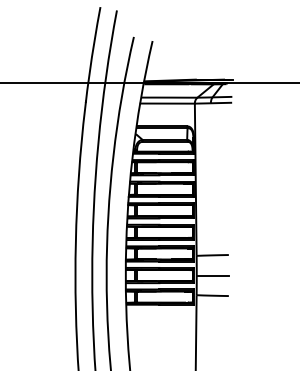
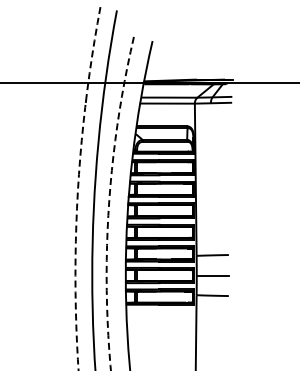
arc at (78, 188): solid -> dashed
arc at (109, 203): solid -> dashed
